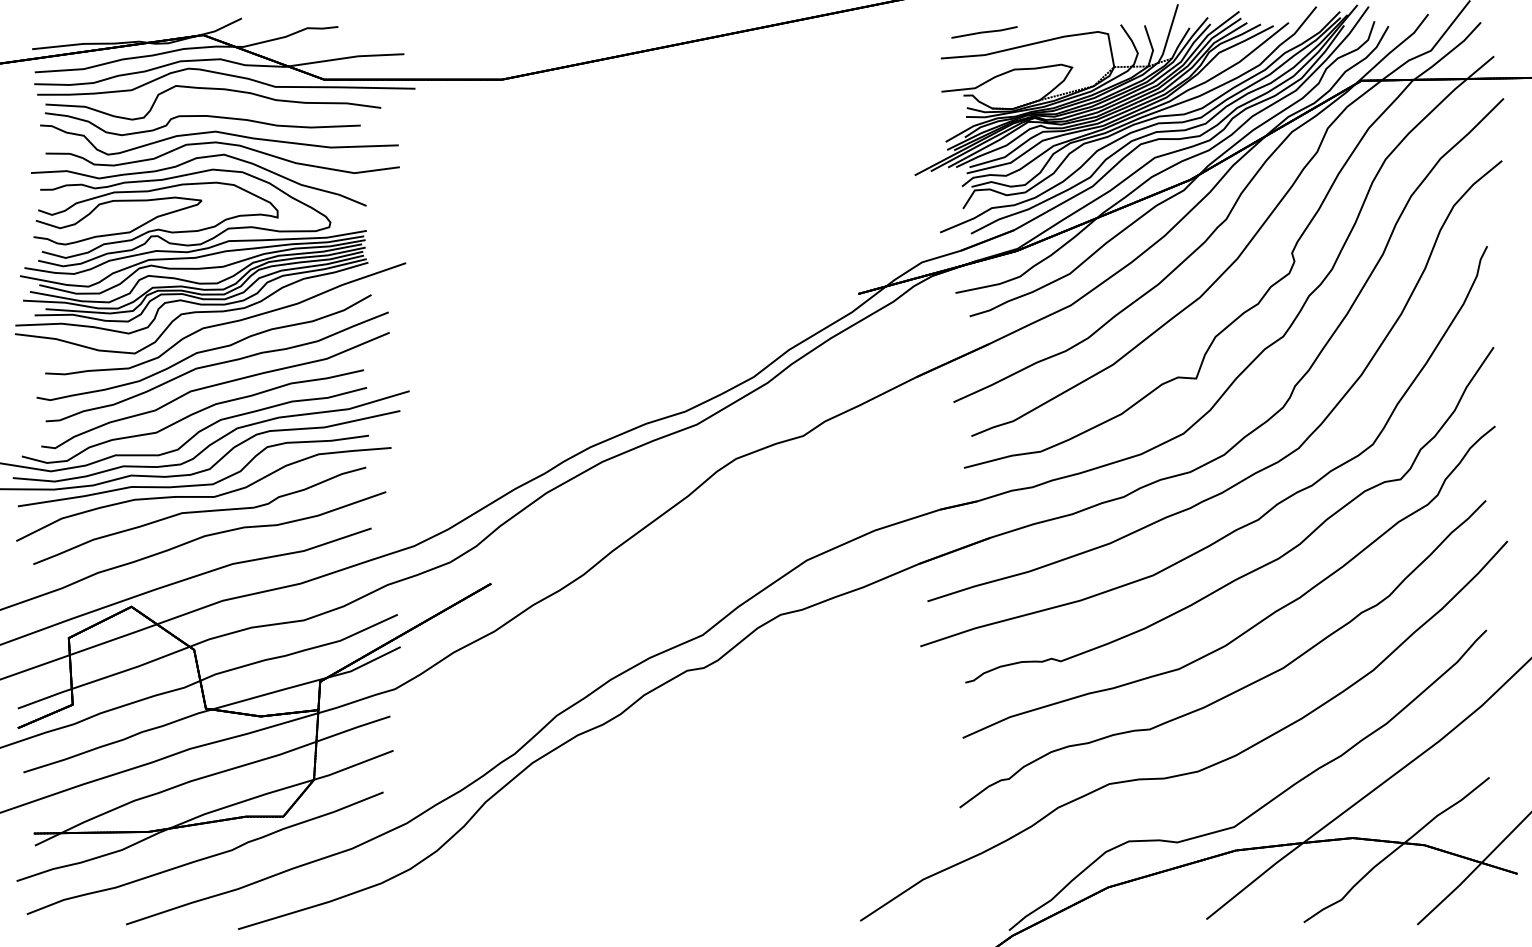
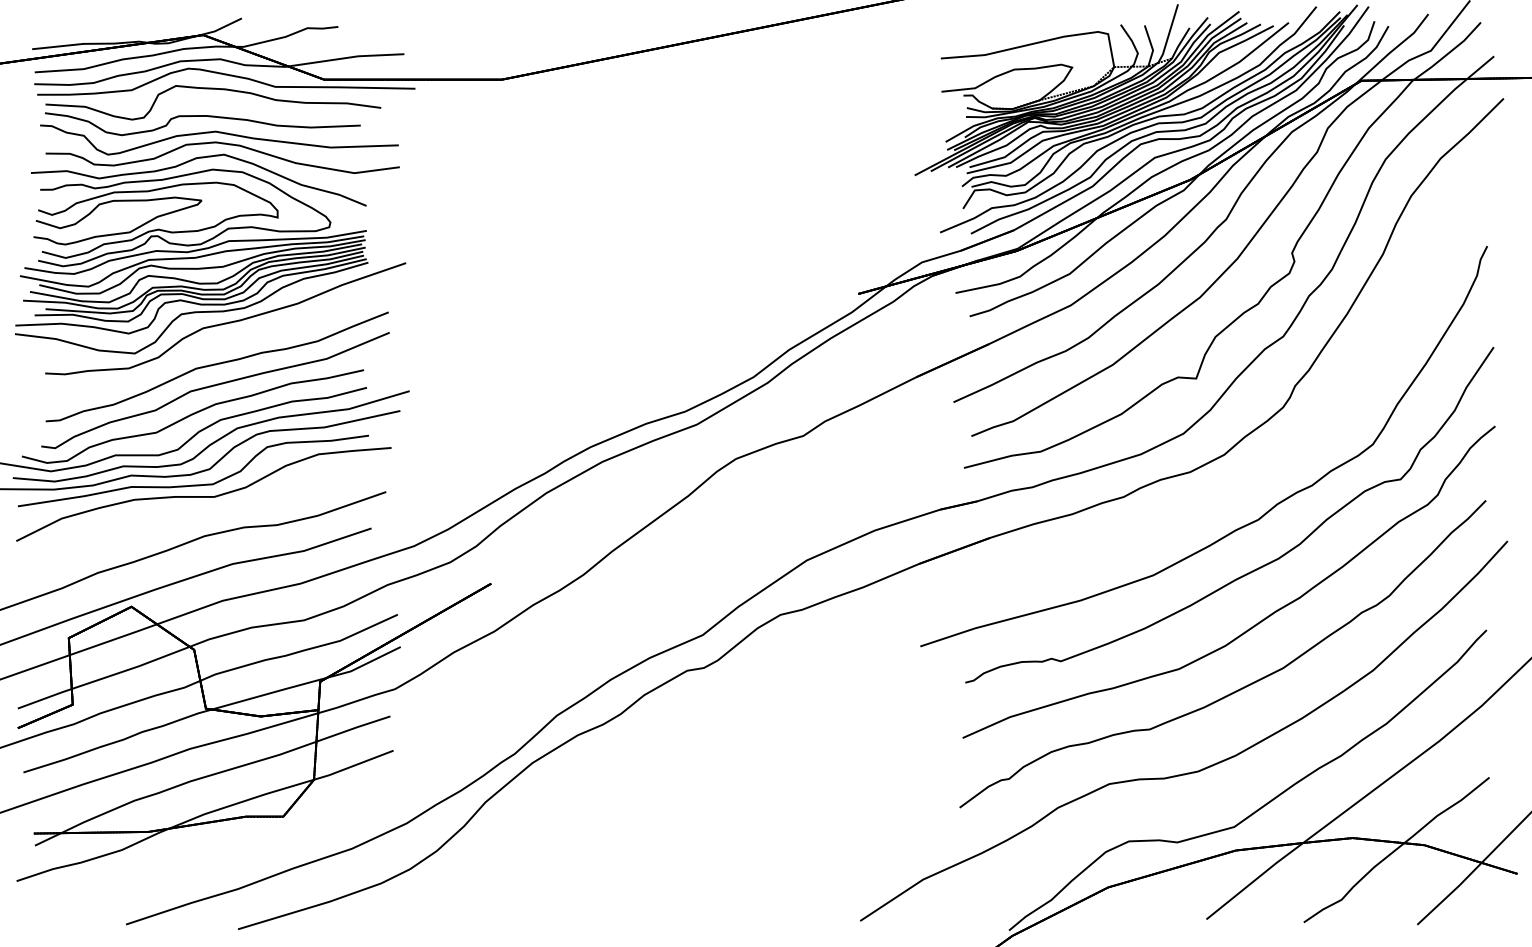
line at (984, 32): present -> none
curve at (203, 350): present -> none
curve at (1258, 470): present -> none
curve at (199, 512): present -> none
curve at (207, 856): present -> none
